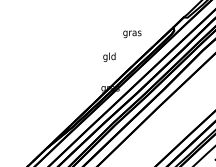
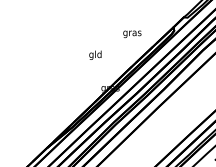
text at (109, 56) position: (109, 56) -> (95, 54)
